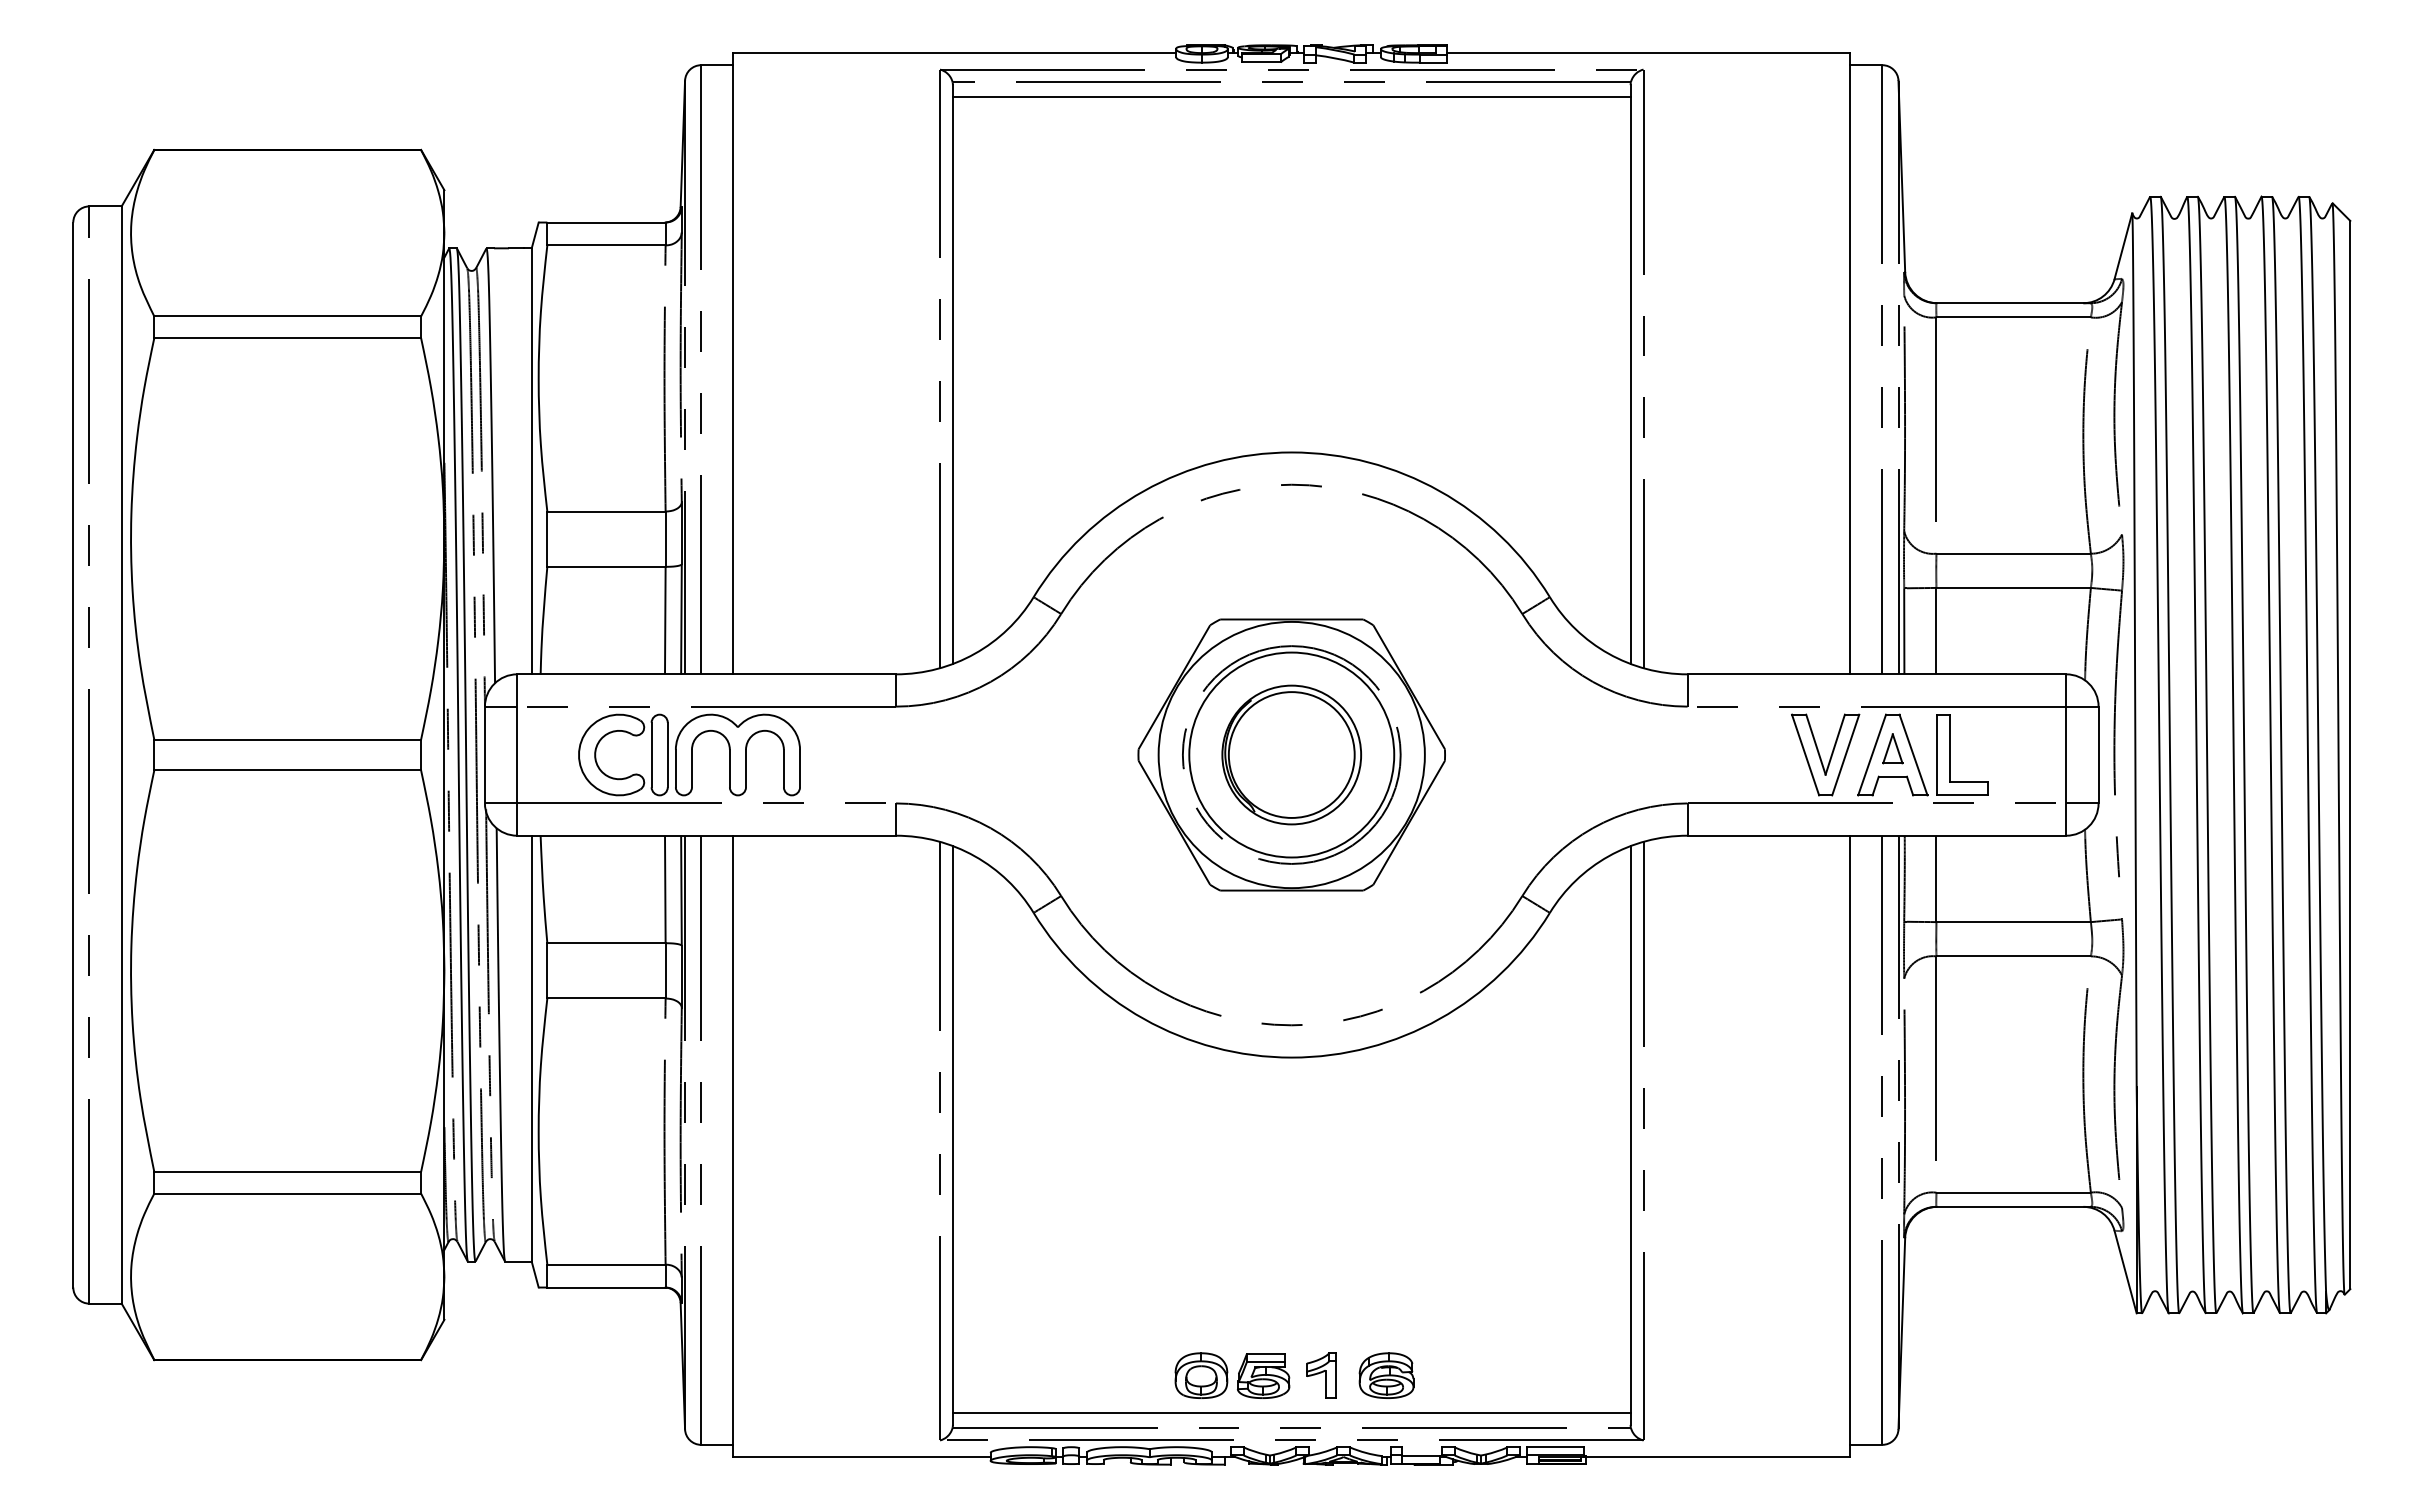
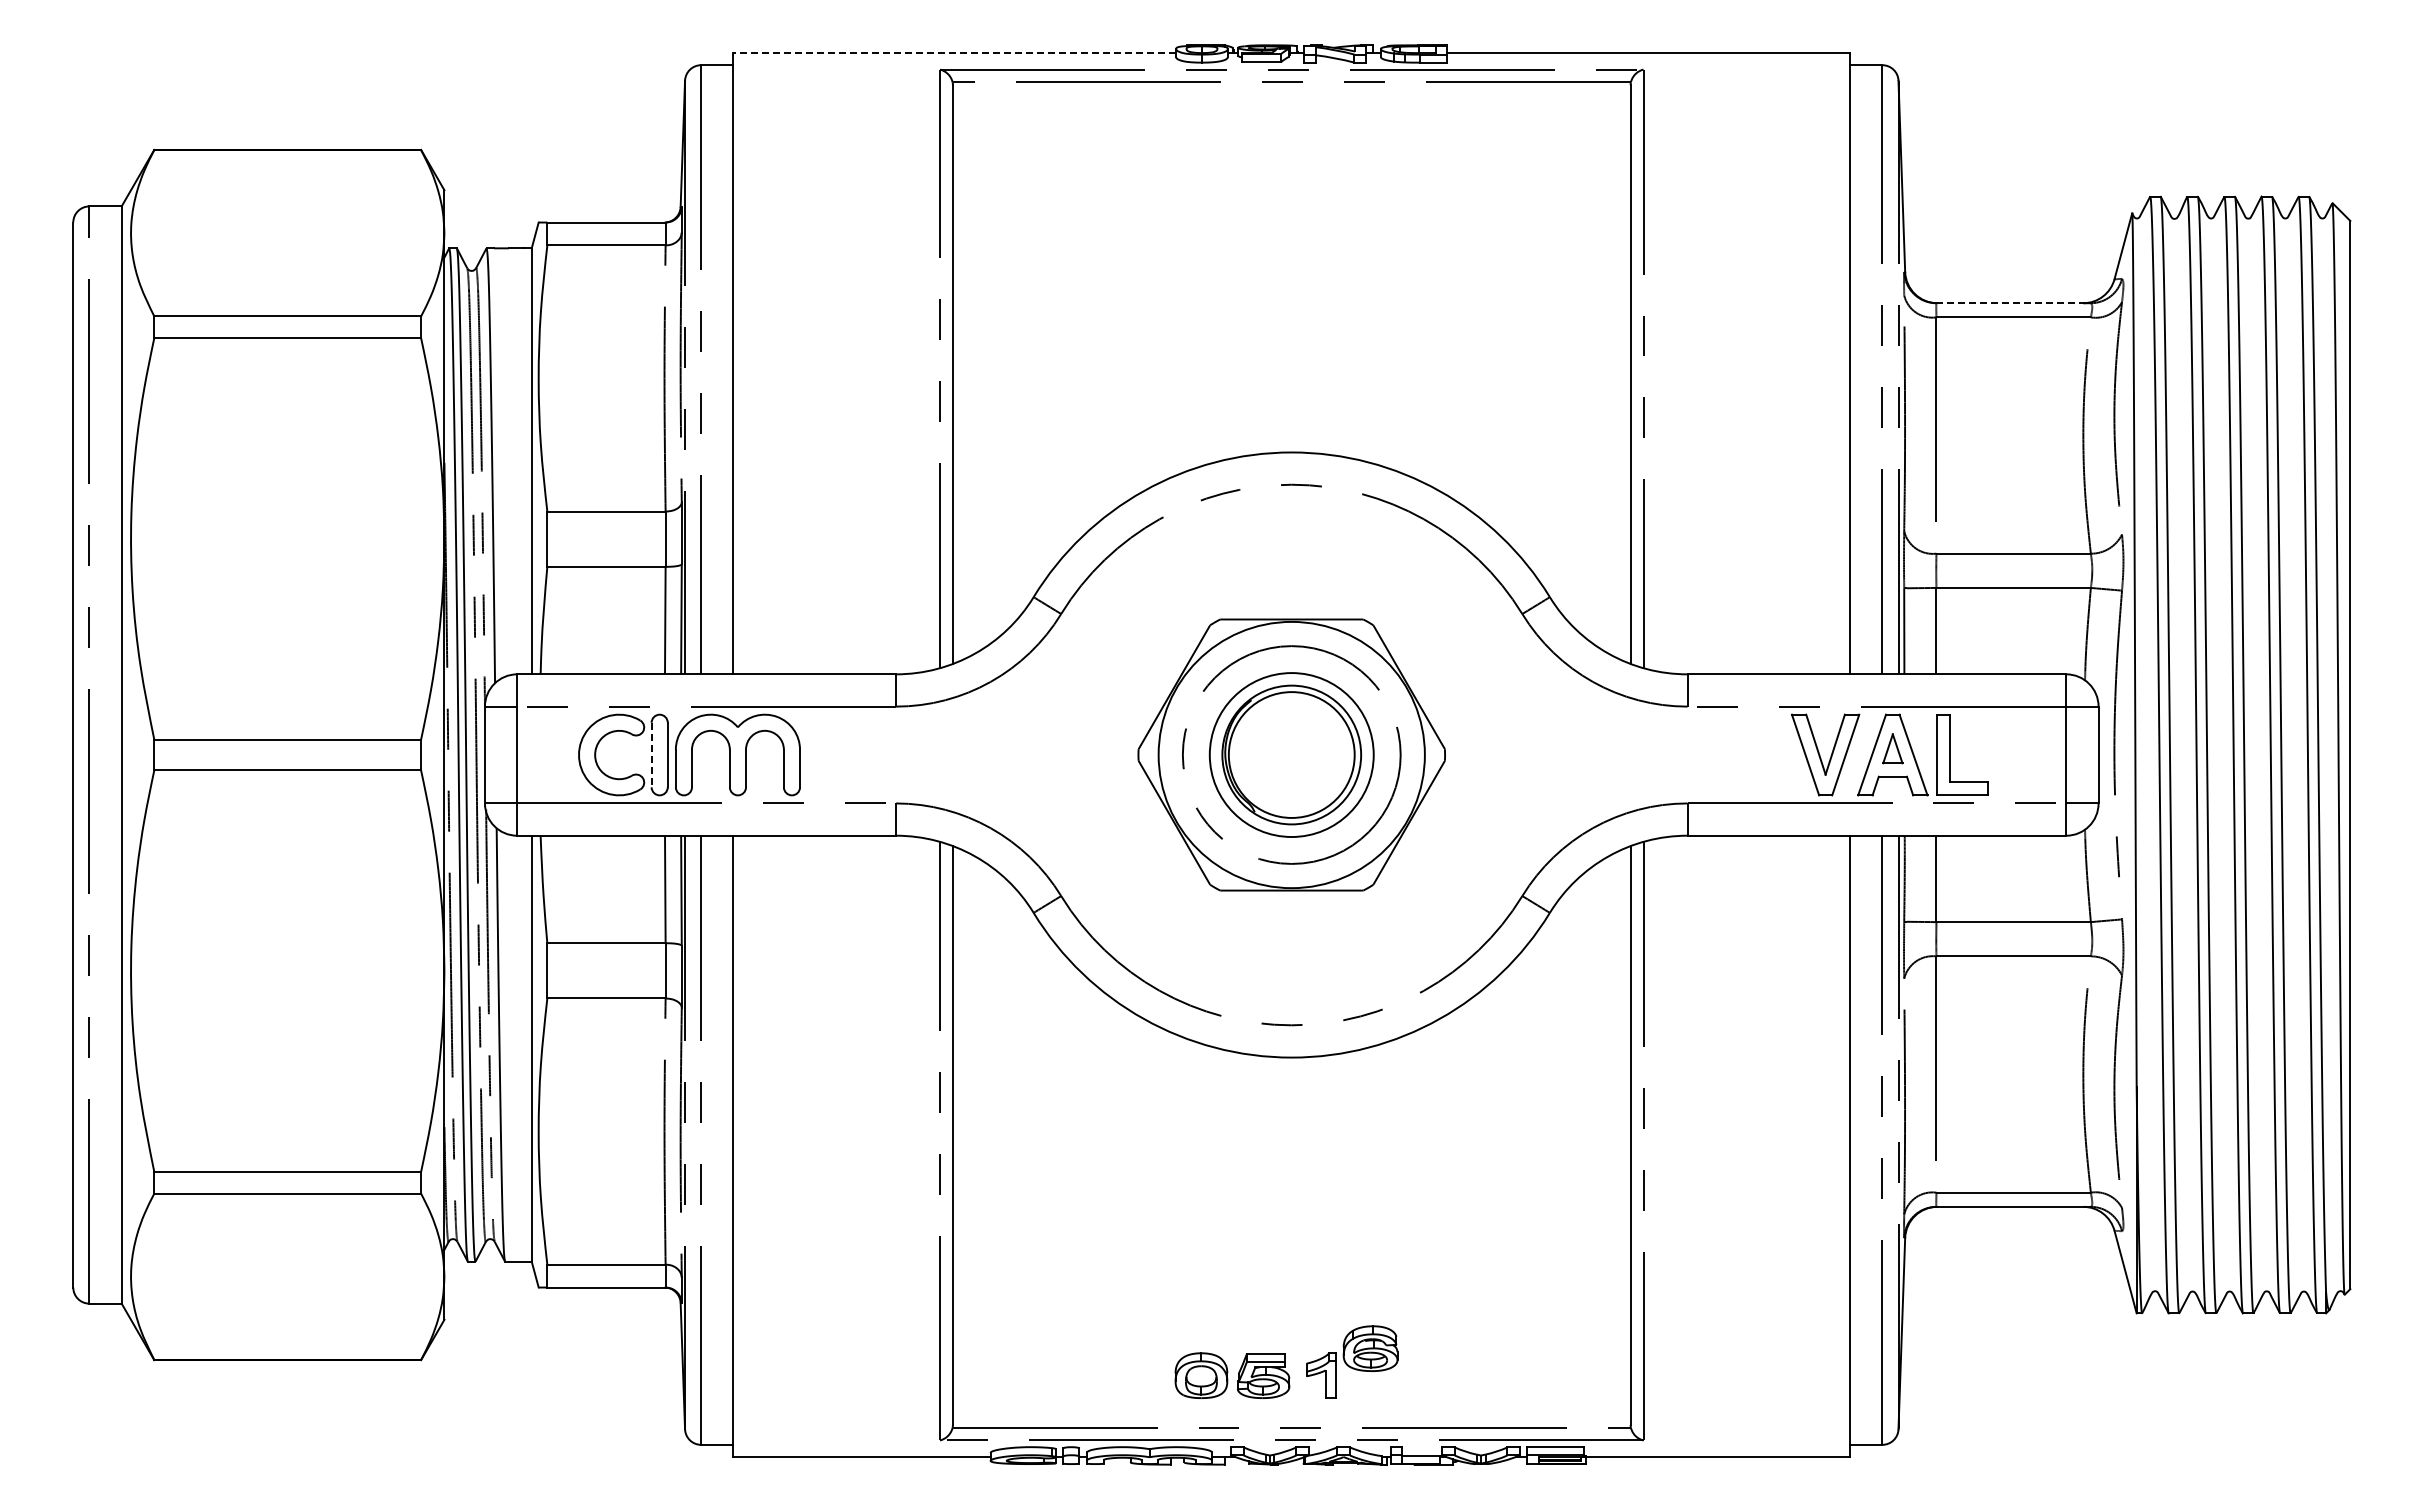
line at (954, 53): solid -> dashed
line at (1291, 96): present -> none
line at (2014, 303): solid -> dashed
circle at (1291, 754) diameter: 205 px -> 164 px
line at (651, 755): solid -> dashed
part at (1386, 1375) position: (1386, 1375) -> (1370, 1348)
line at (1291, 1413): present -> none
